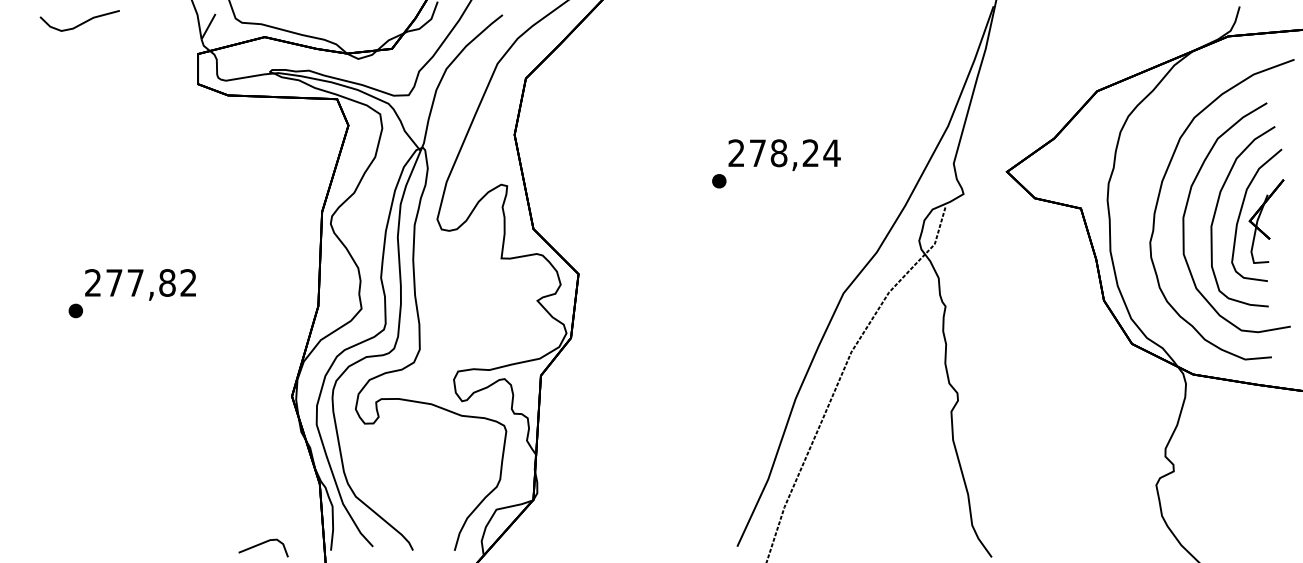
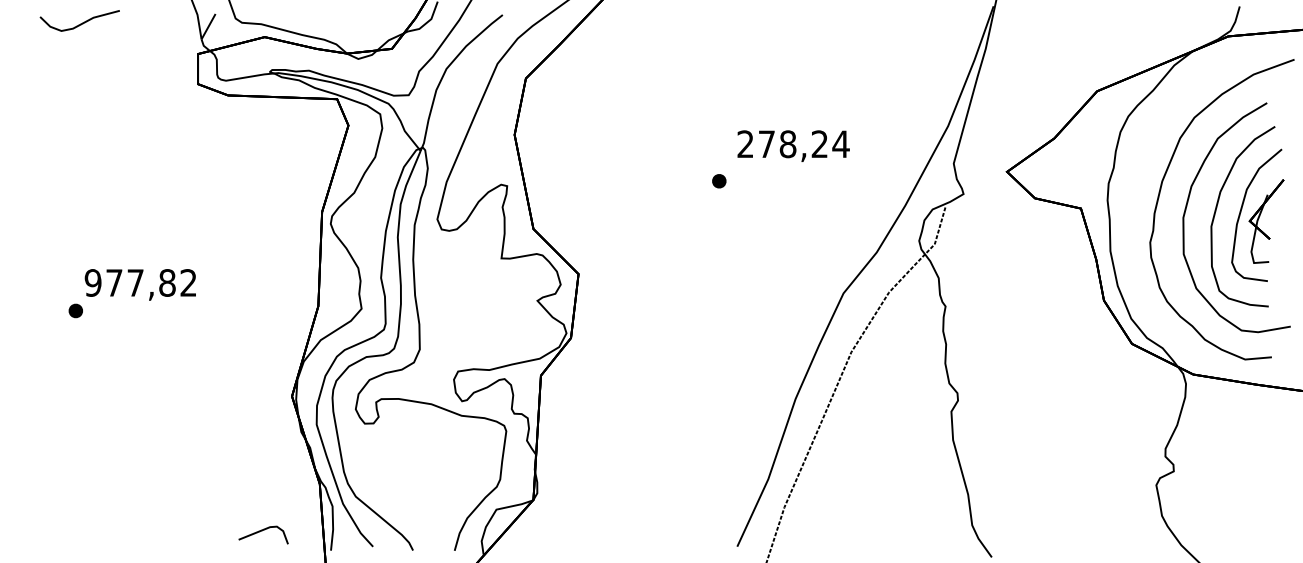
text at (784, 154) position: (784, 154) -> (793, 145)
text at (92, 282): 277,82 -> 977,82
line at (262, 544) position: (262, 544) -> (262, 531)
